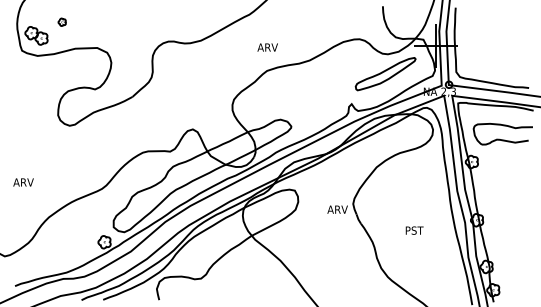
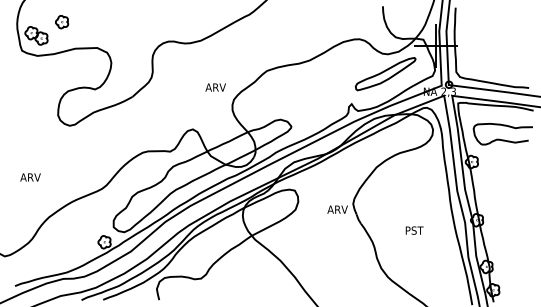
part at (61, 21) size: 10x10 px -> 15x15 px
text at (267, 47) position: (267, 47) -> (215, 87)
text at (23, 182) position: (23, 182) -> (30, 177)
